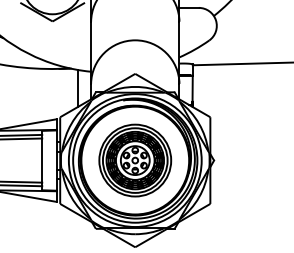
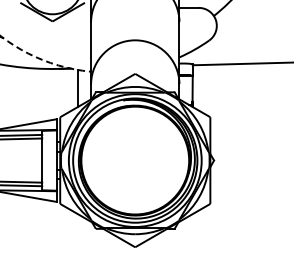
arc at (42, 60): solid -> dashed
part at (135, 160): present -> none
